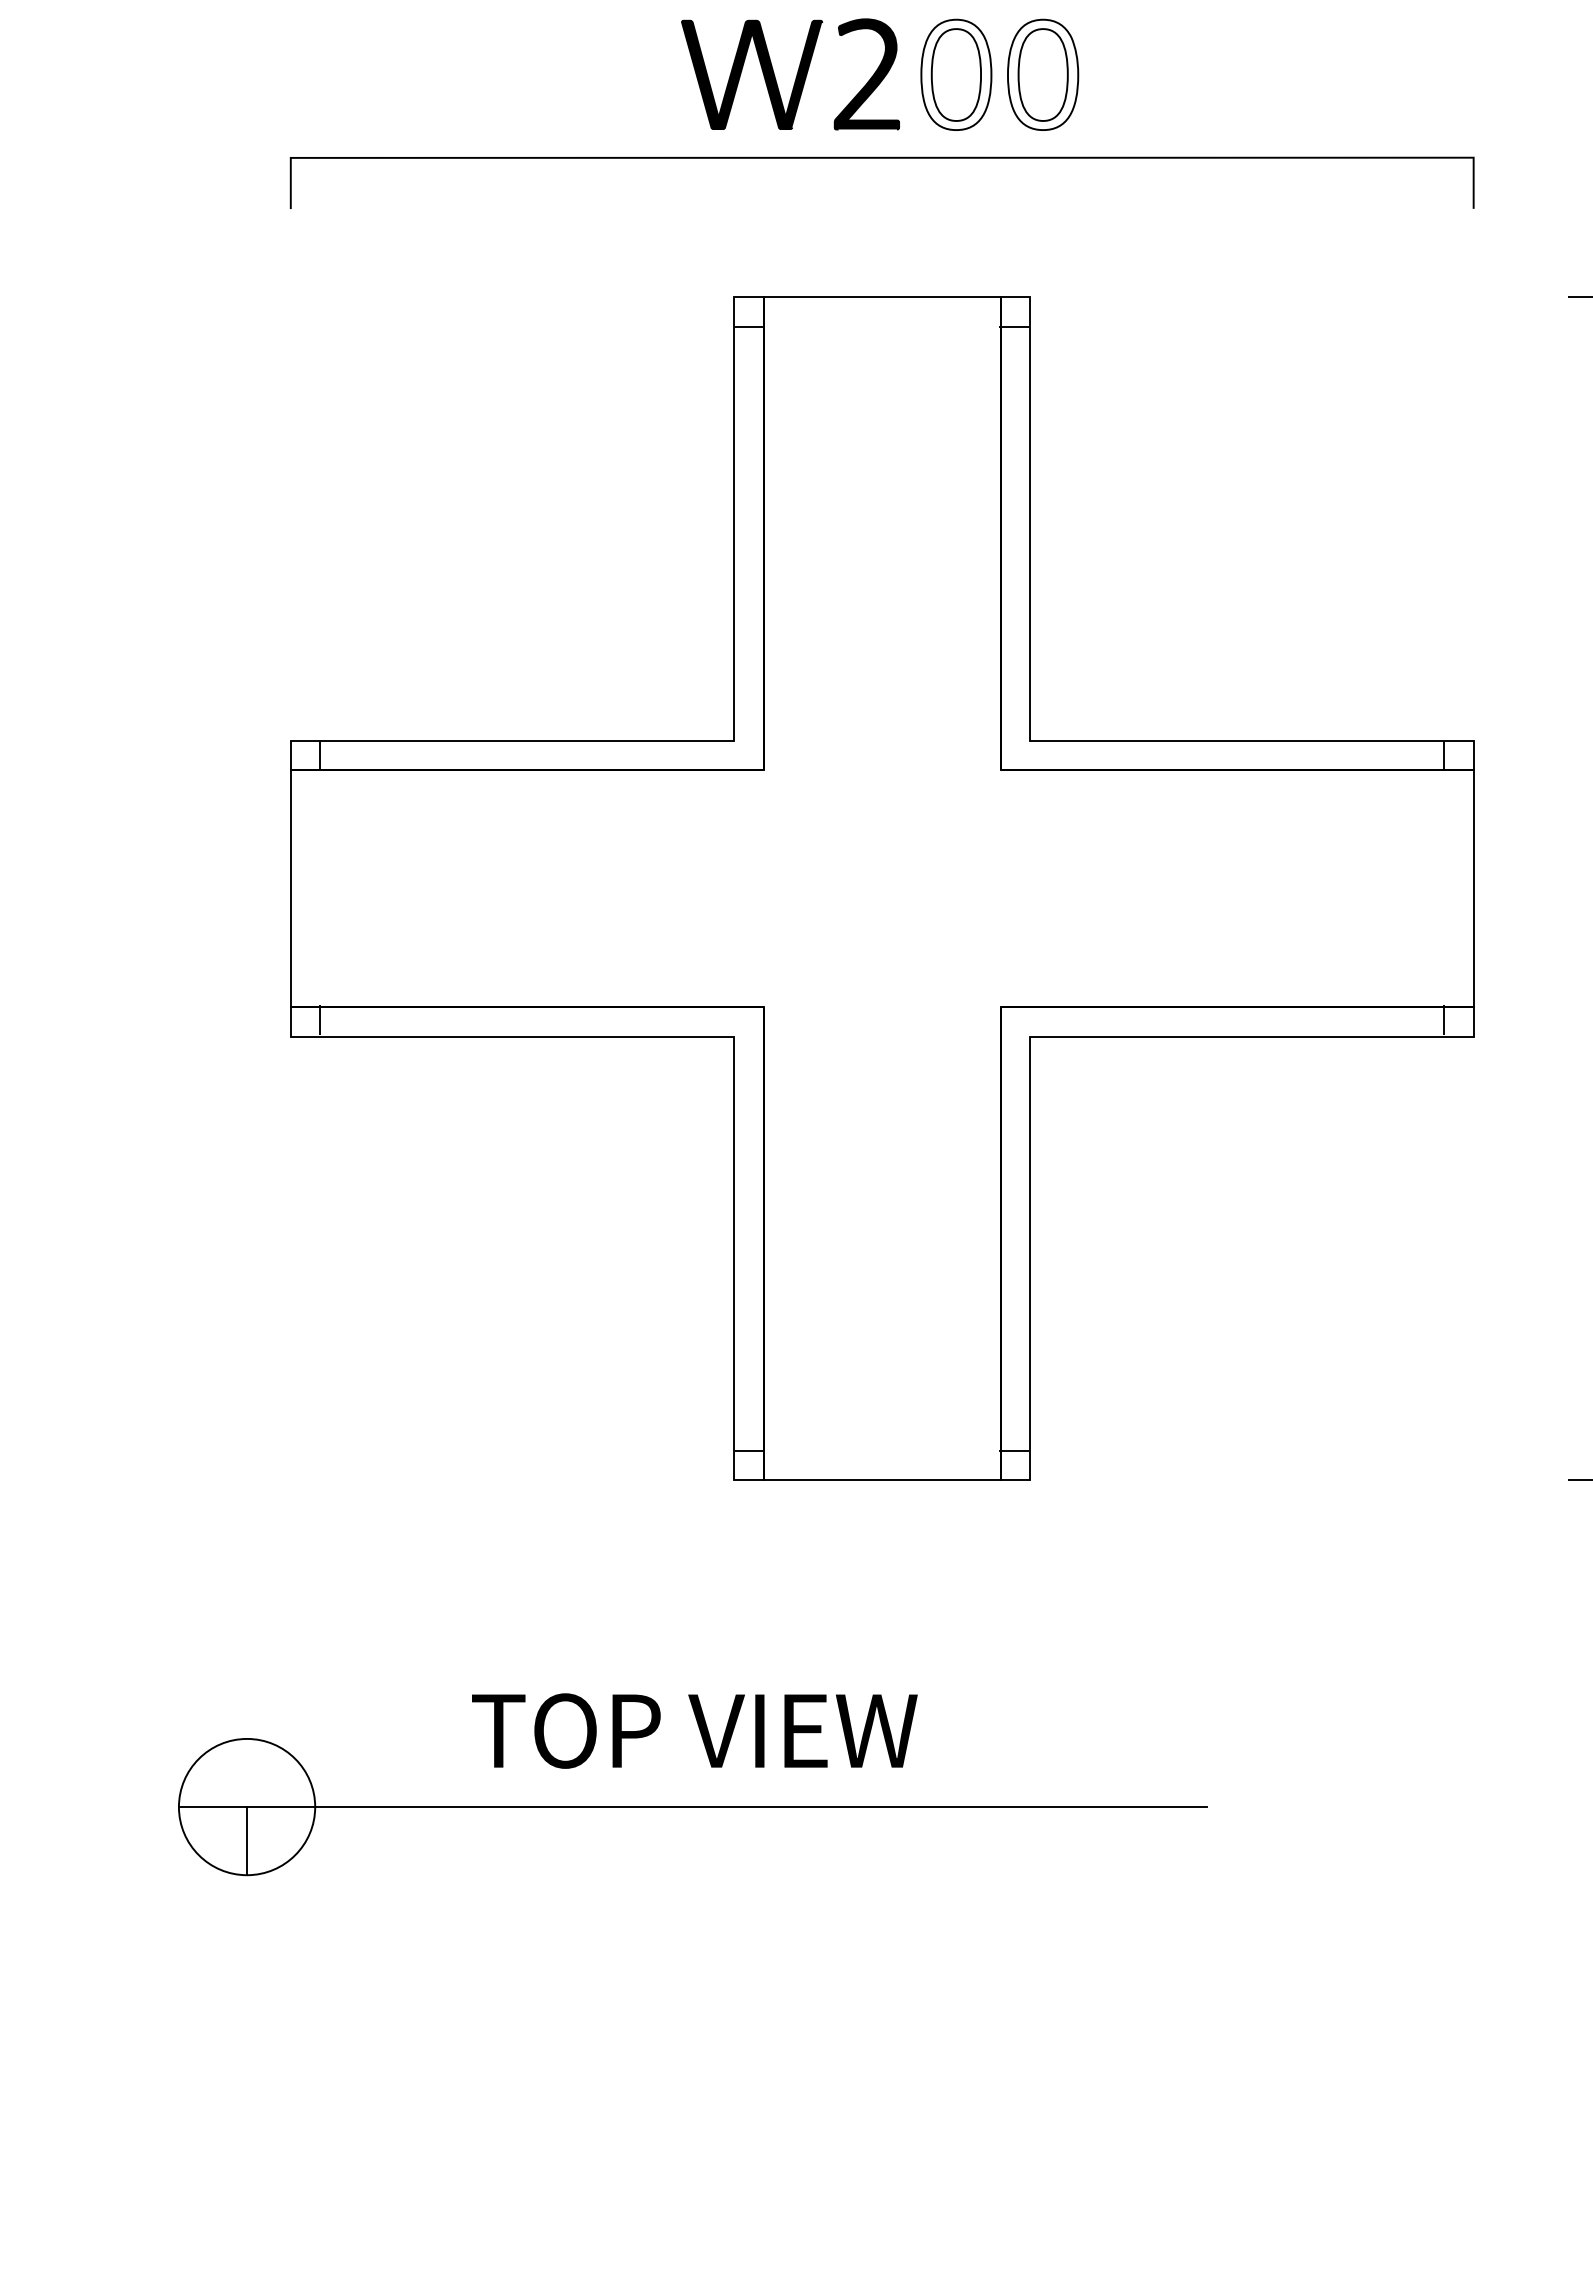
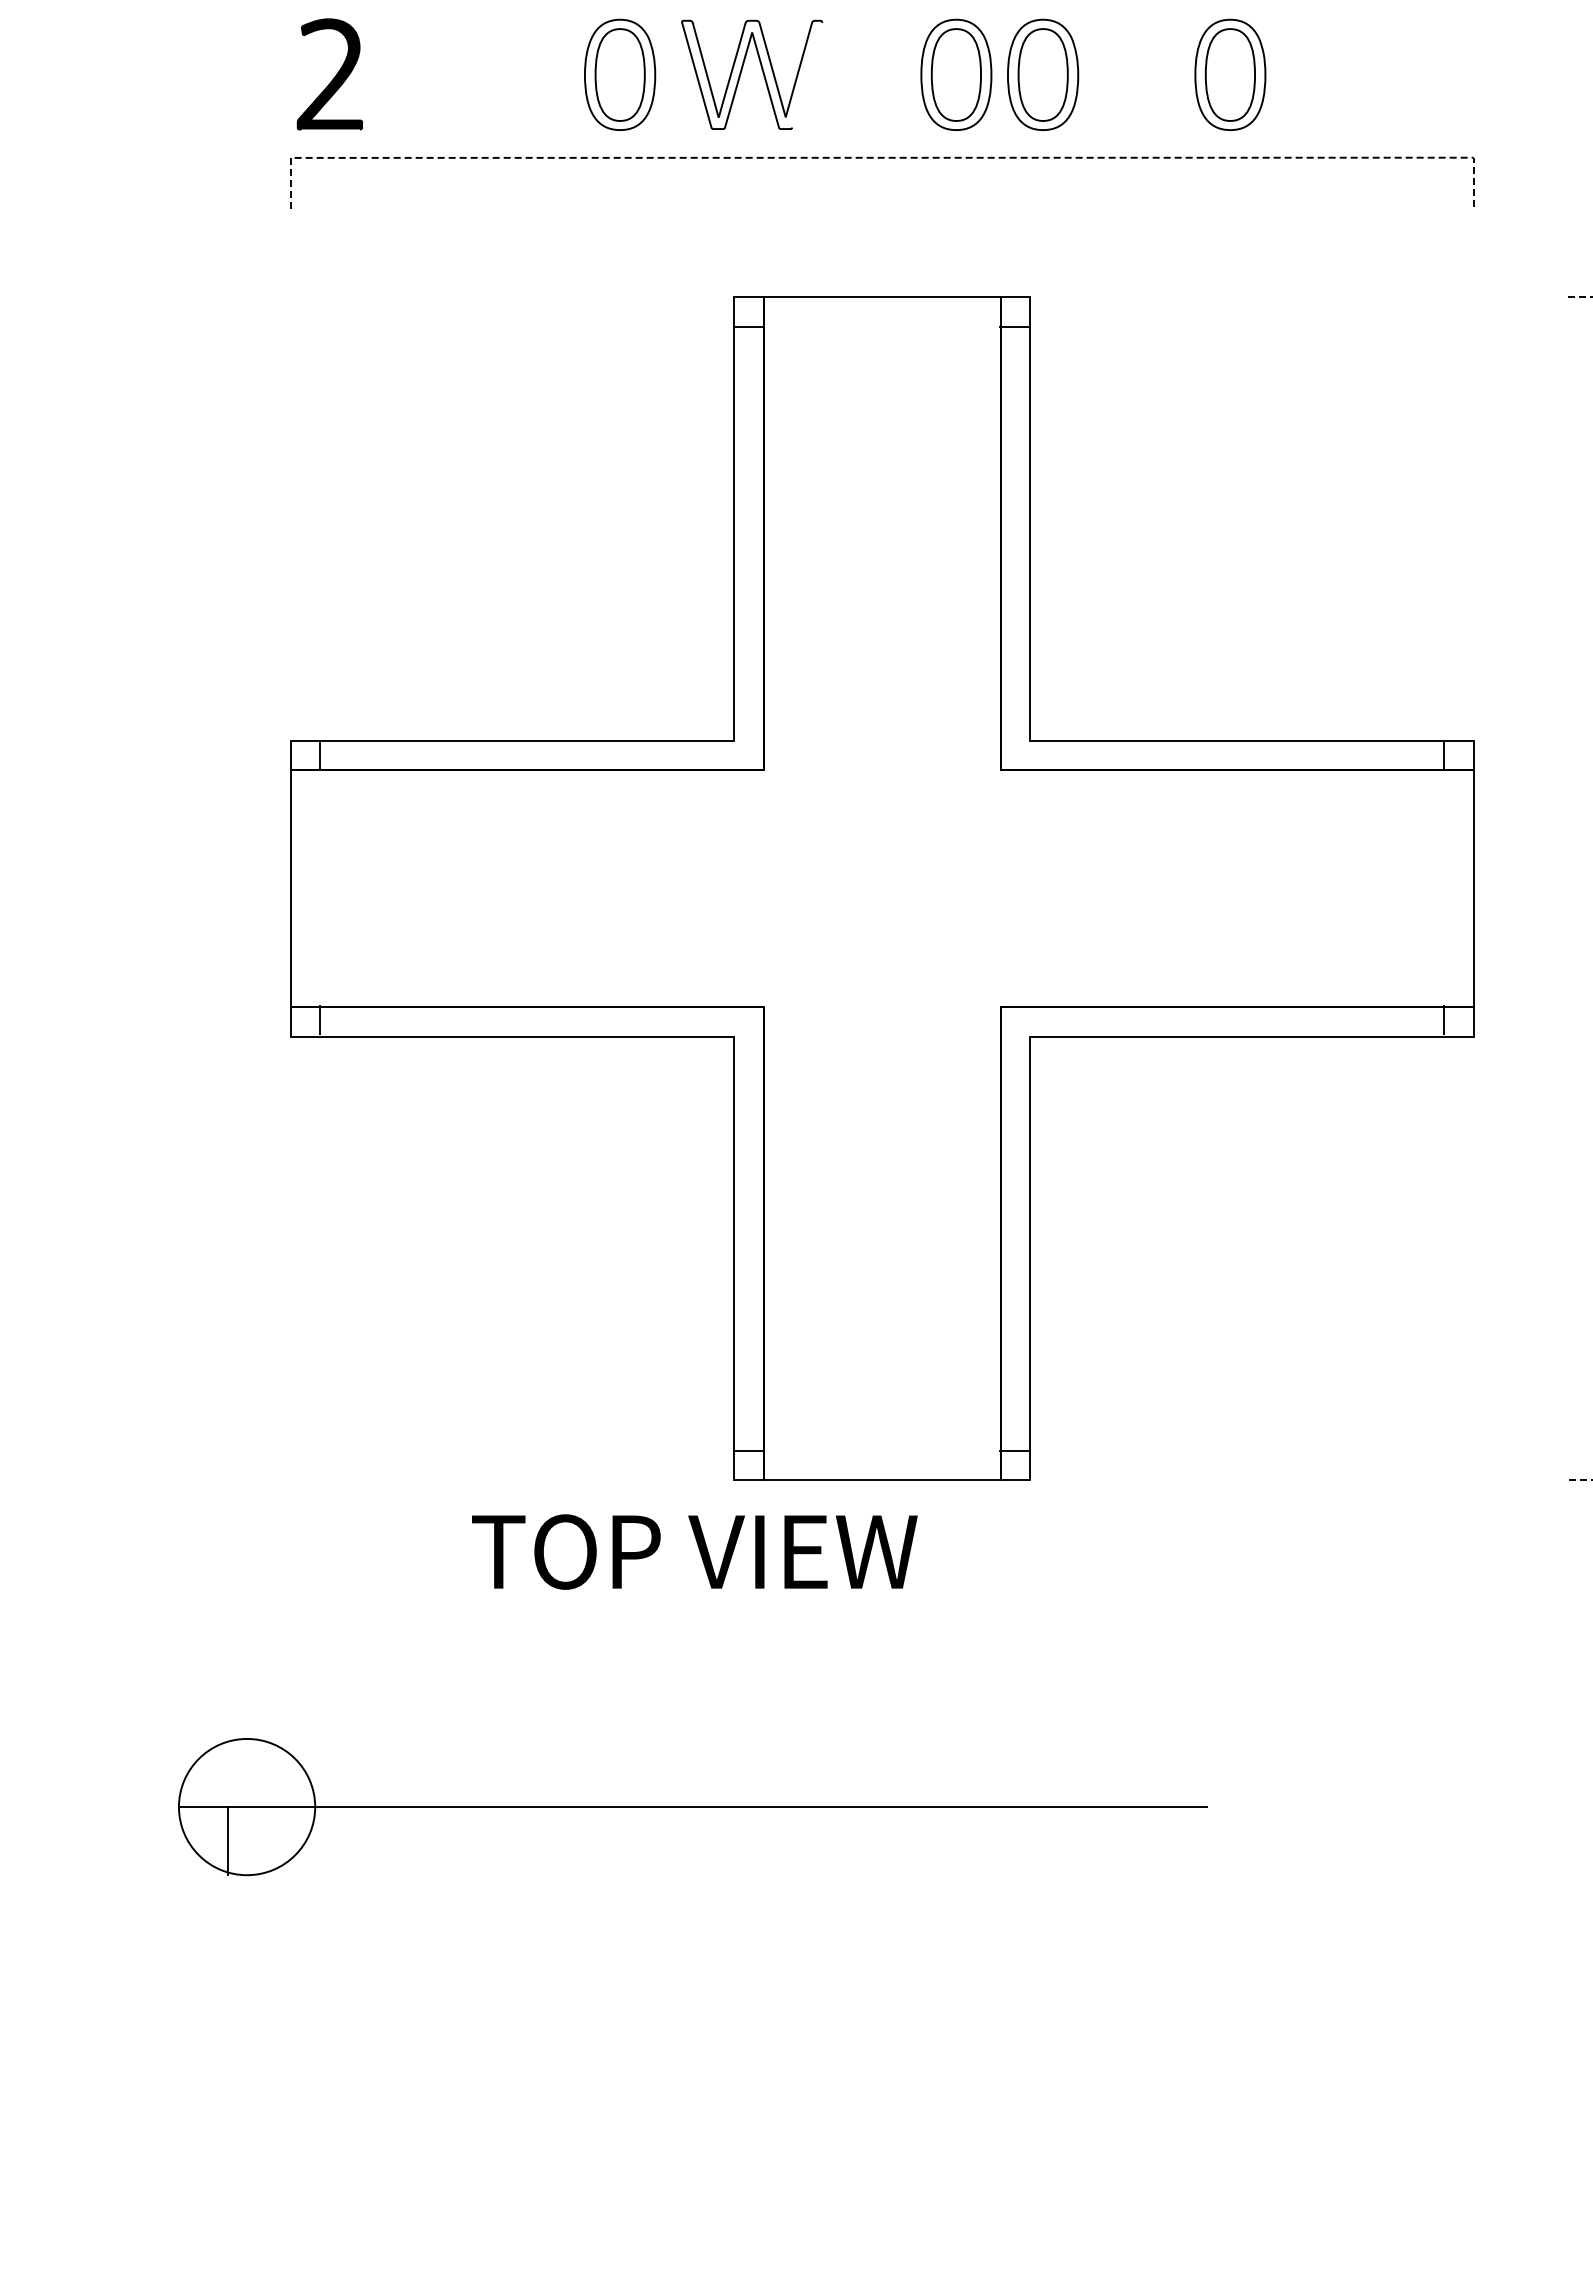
part at (620, 74): none -> present
fill at (752, 74): present -> none
part at (866, 74) position: (866, 74) -> (329, 74)
part at (1230, 74): none -> present
line at (882, 157): solid -> dashed
line at (1592, 1480): solid -> dashed
text at (694, 1730) position: (694, 1730) -> (694, 1551)
line at (247, 1841) position: (247, 1841) -> (228, 1841)
